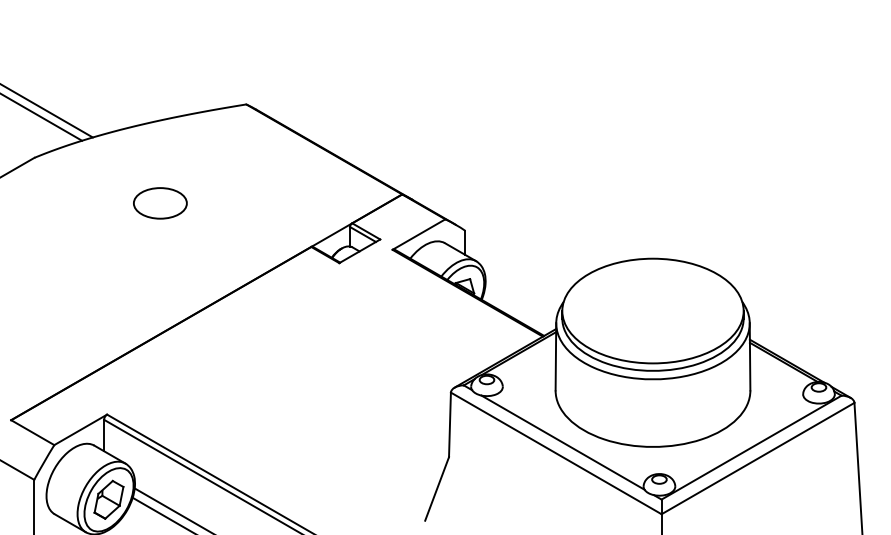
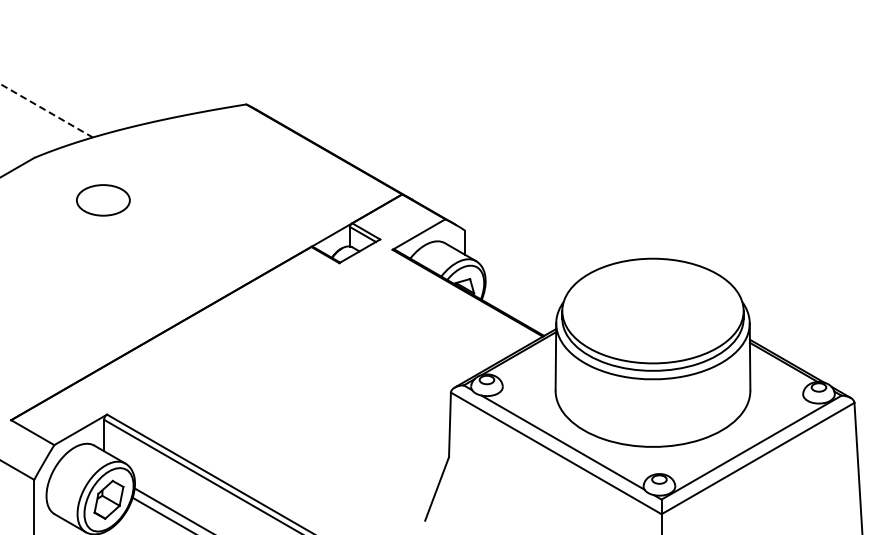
line at (47, 111): solid -> dashed
line at (42, 117): present -> none
part at (160, 203) position: (160, 203) -> (103, 200)
